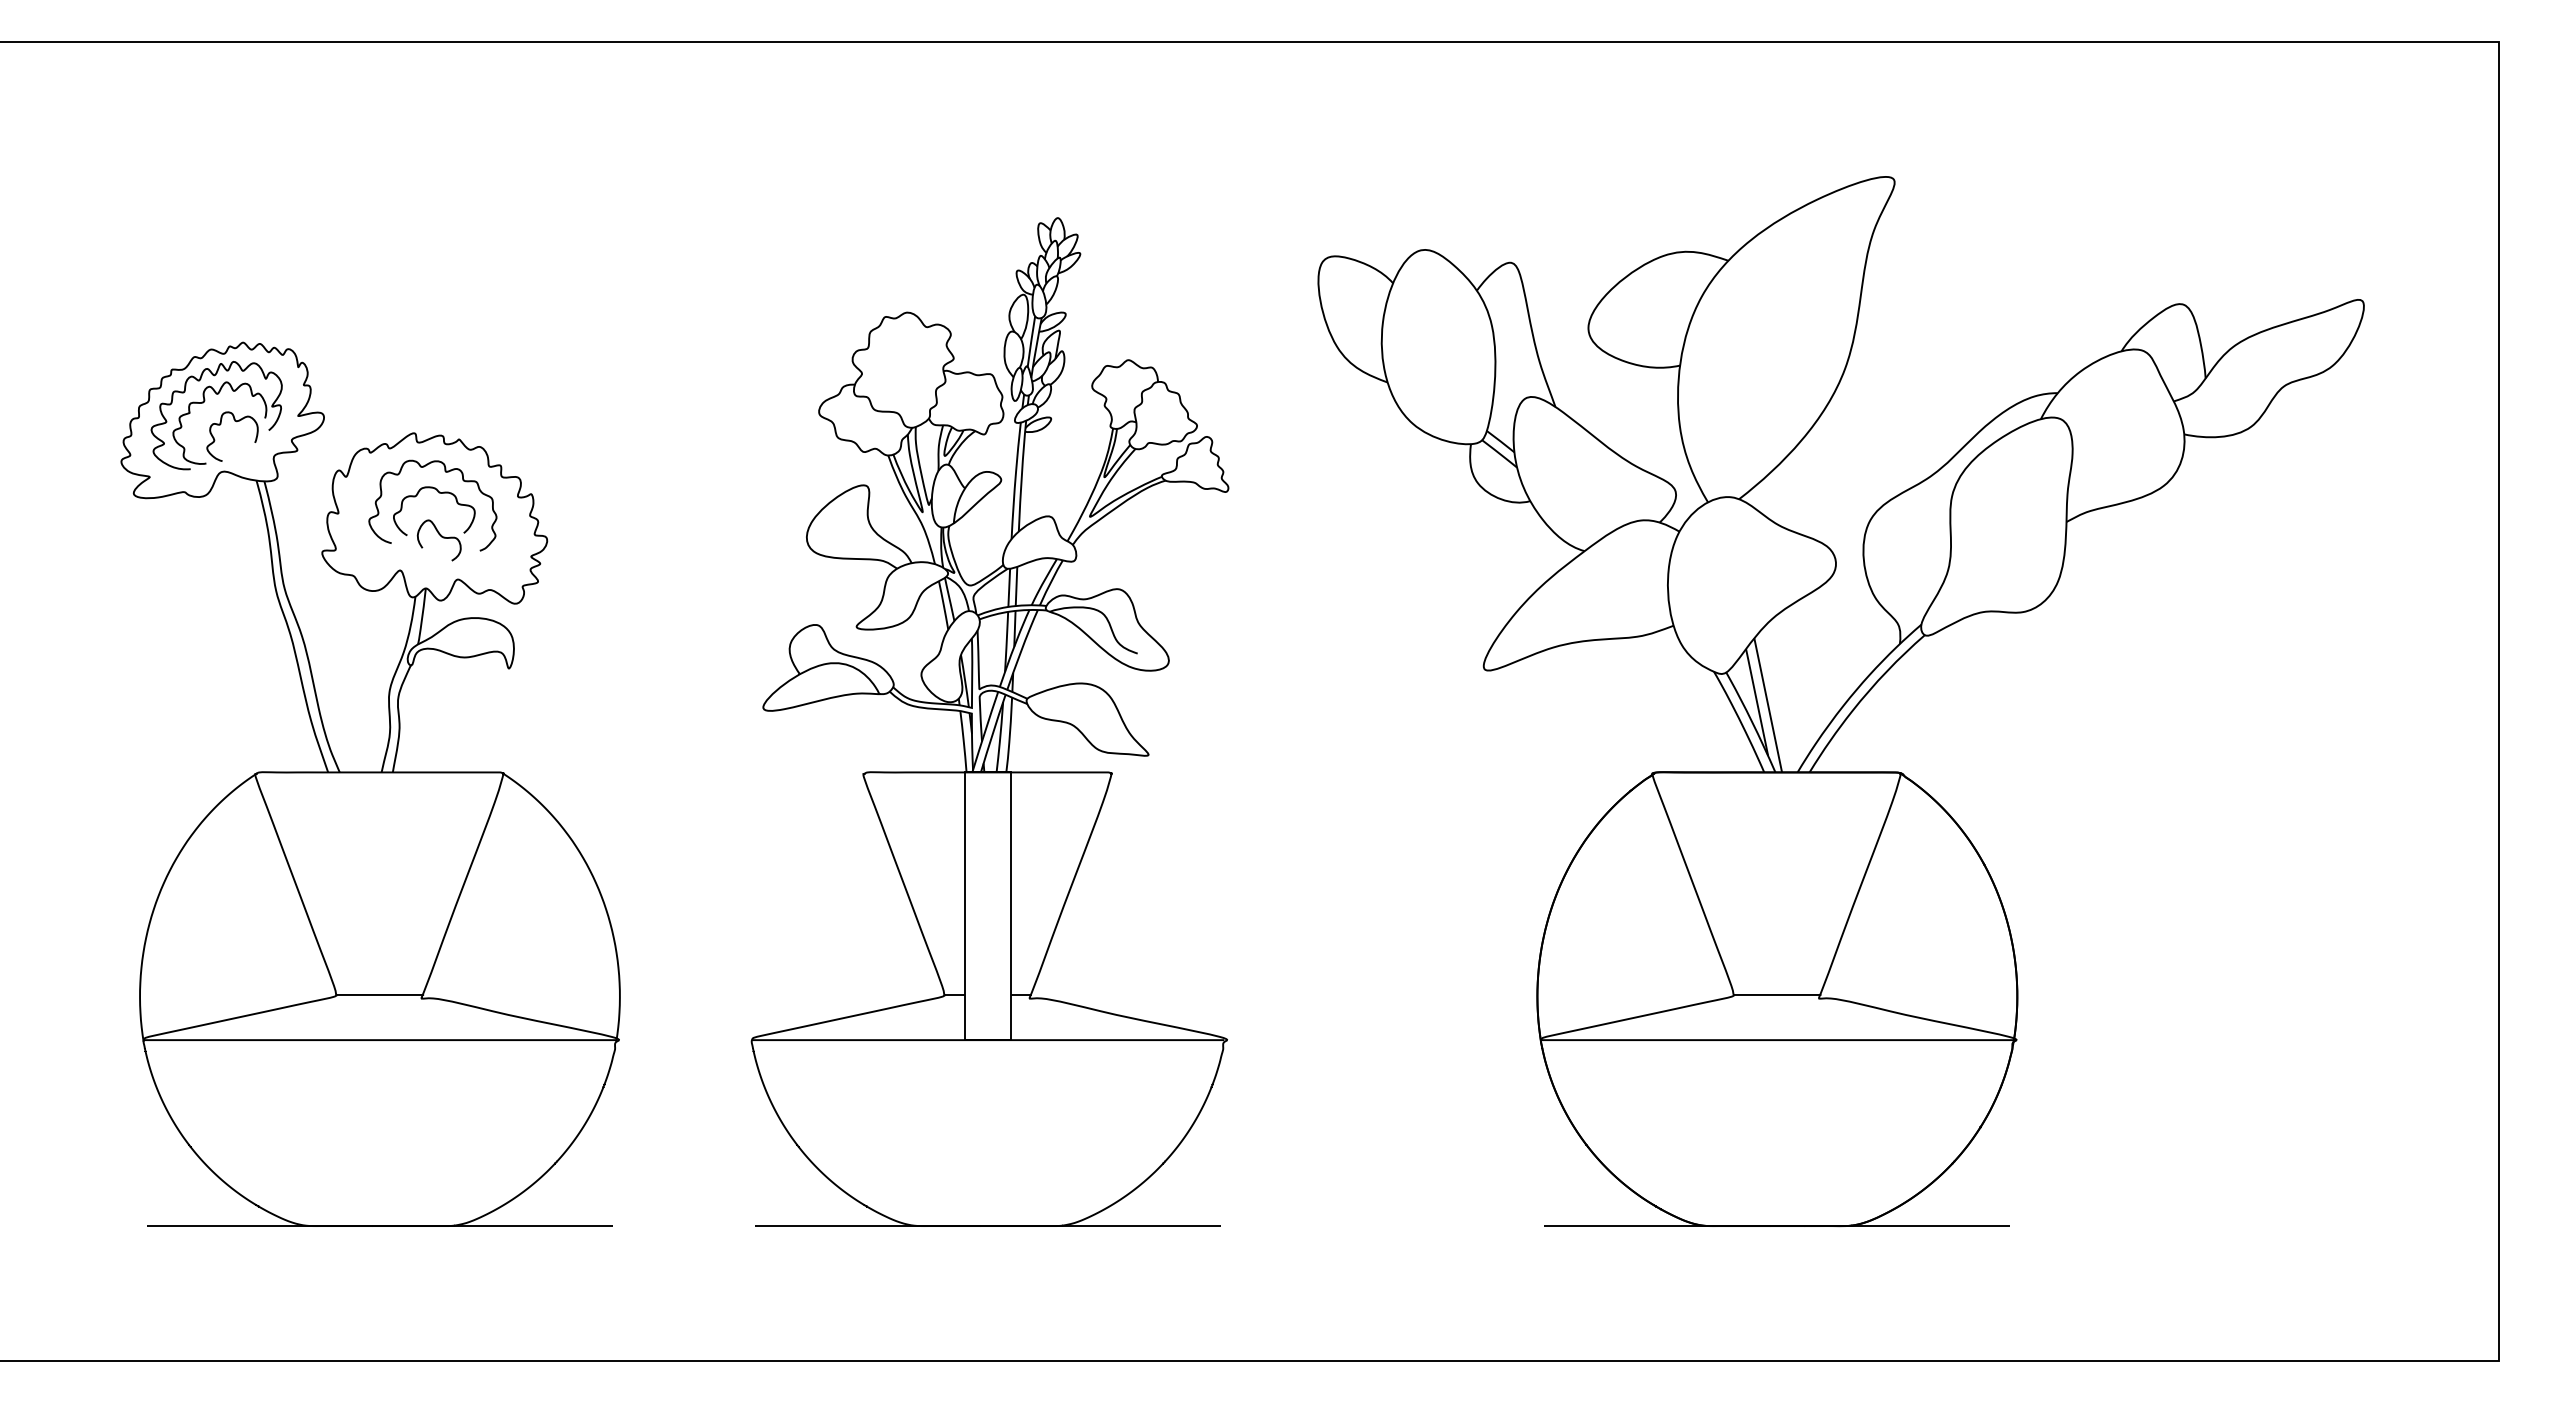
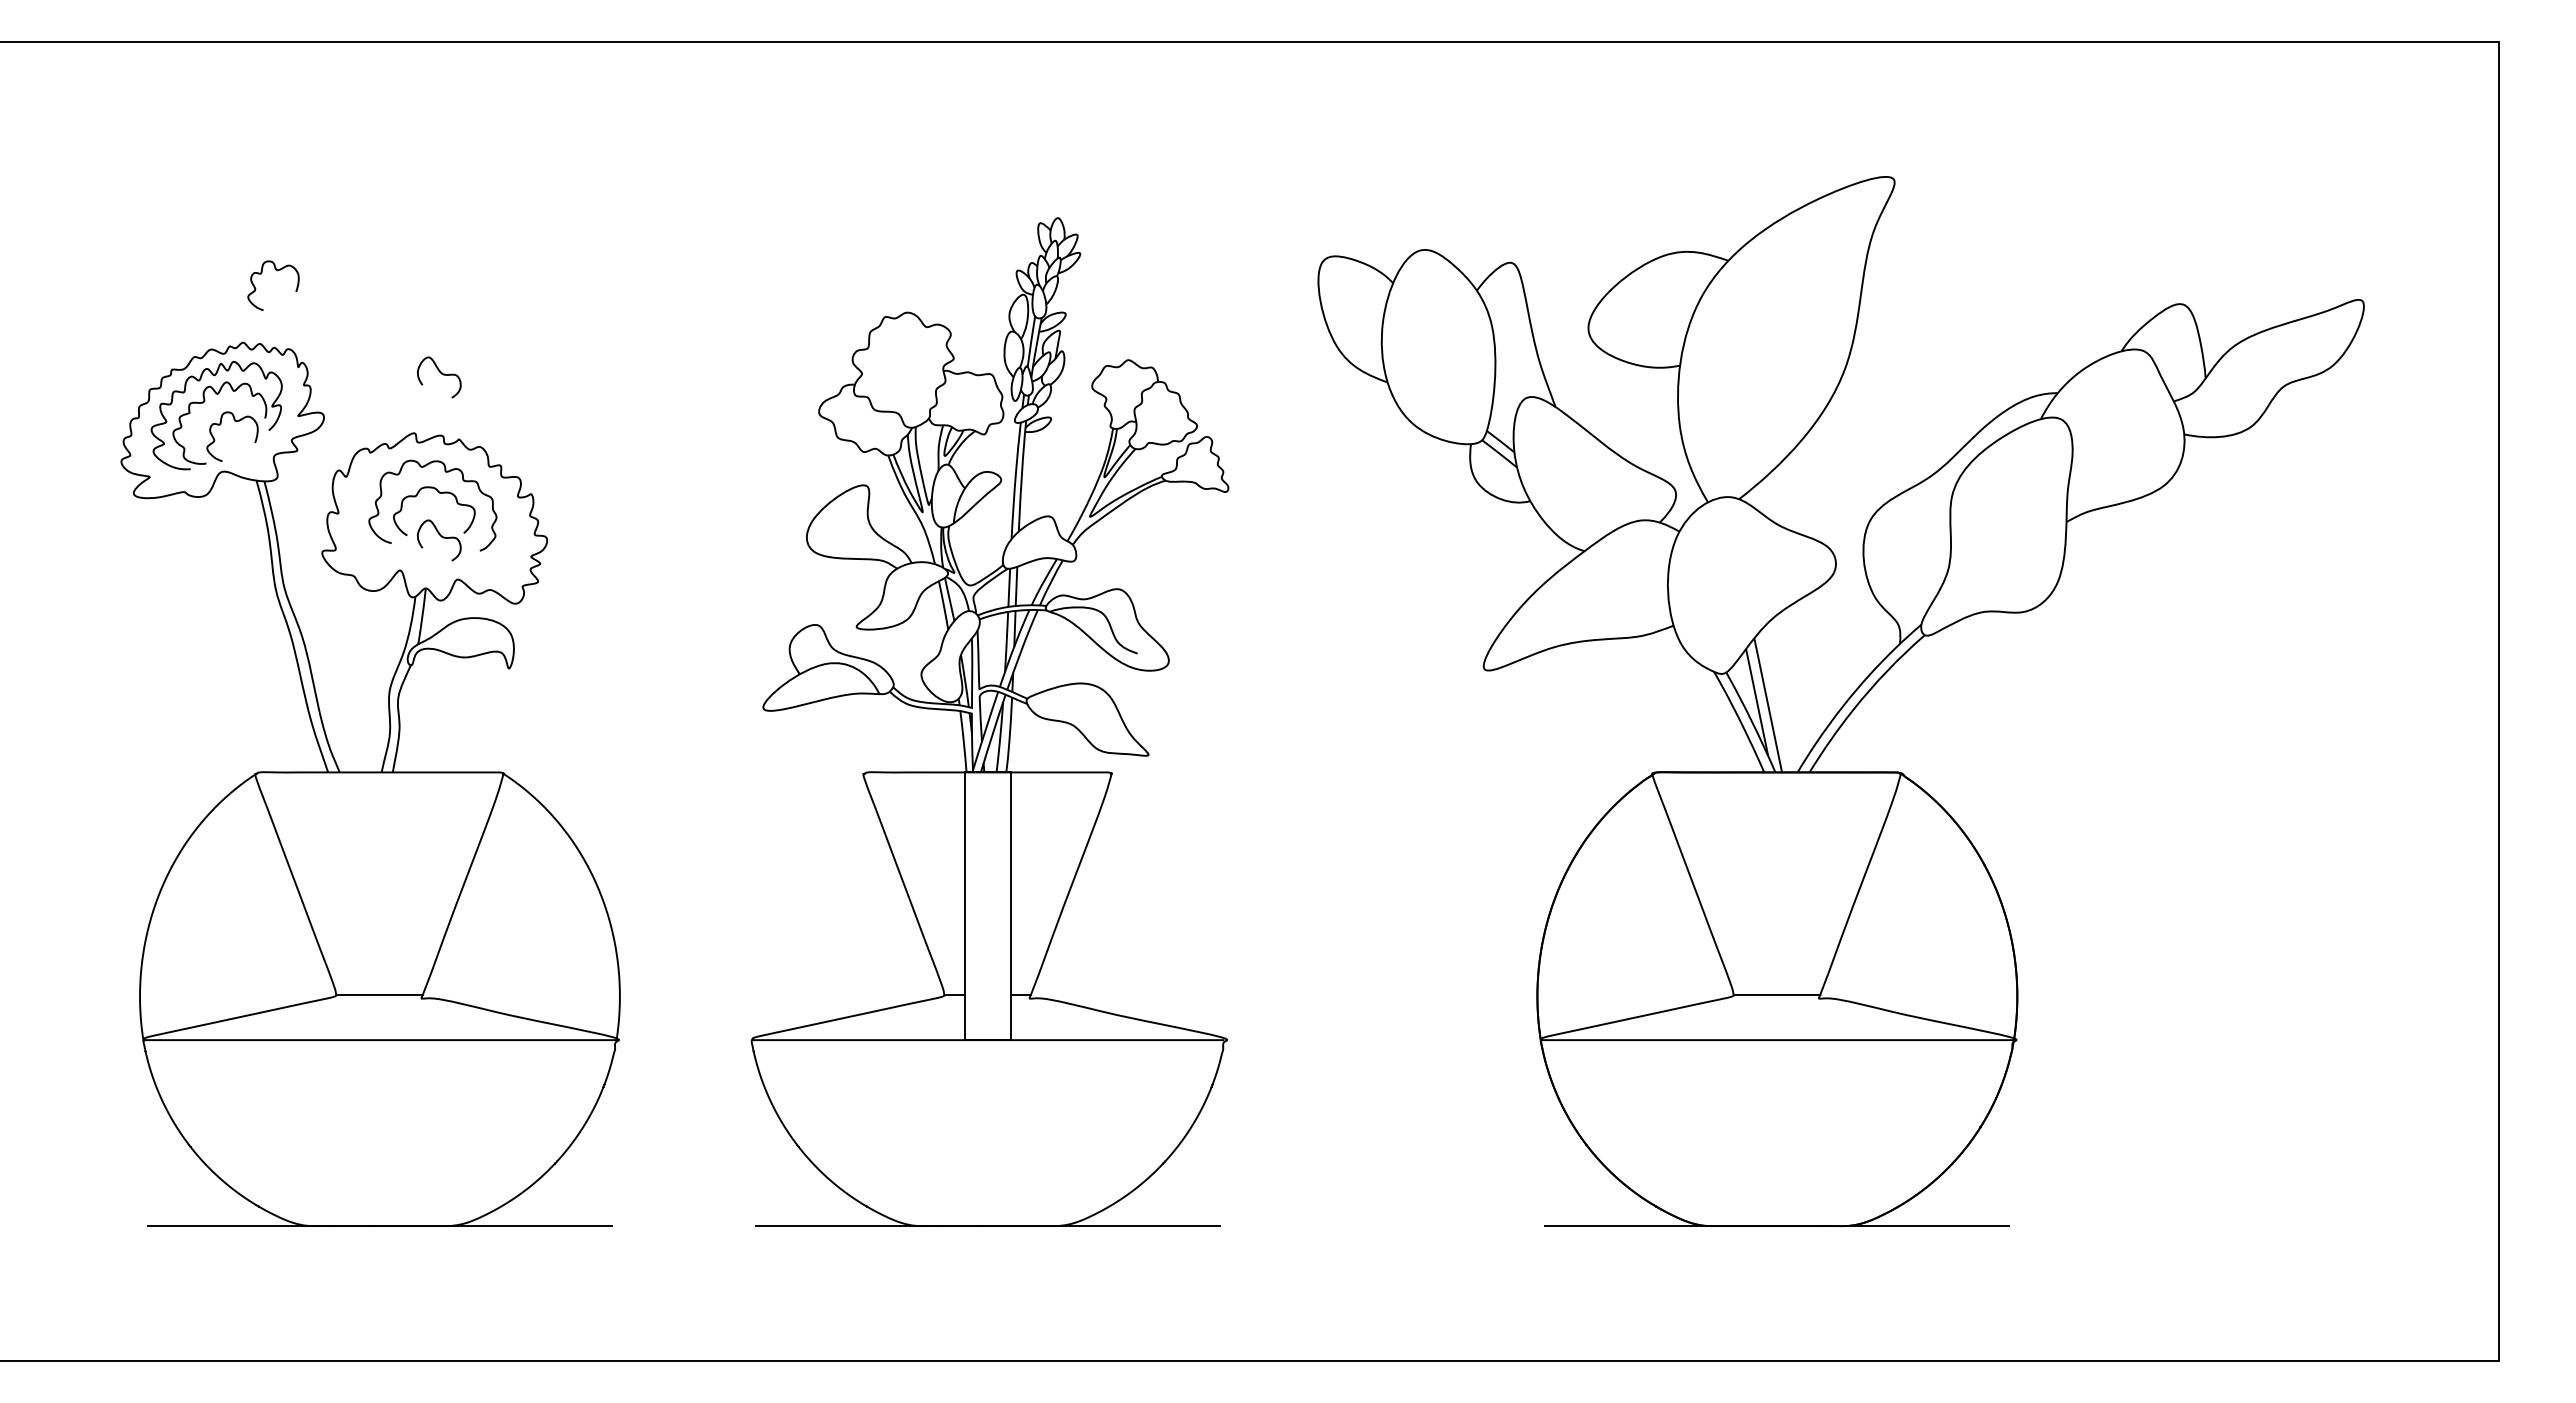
curve at (277, 271): none -> present
curve at (441, 374): none -> present
